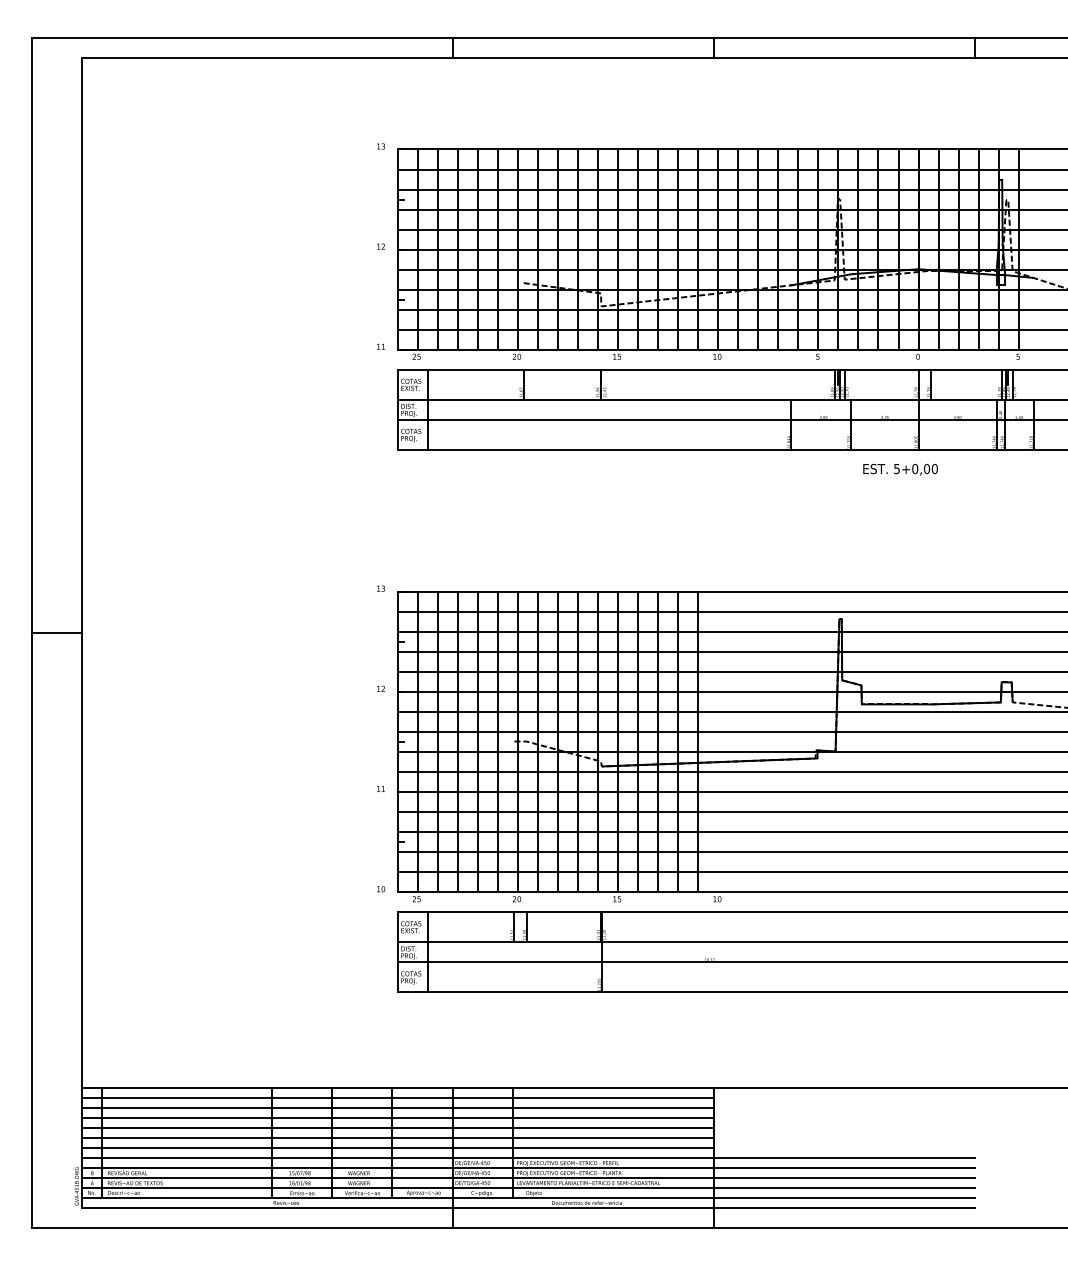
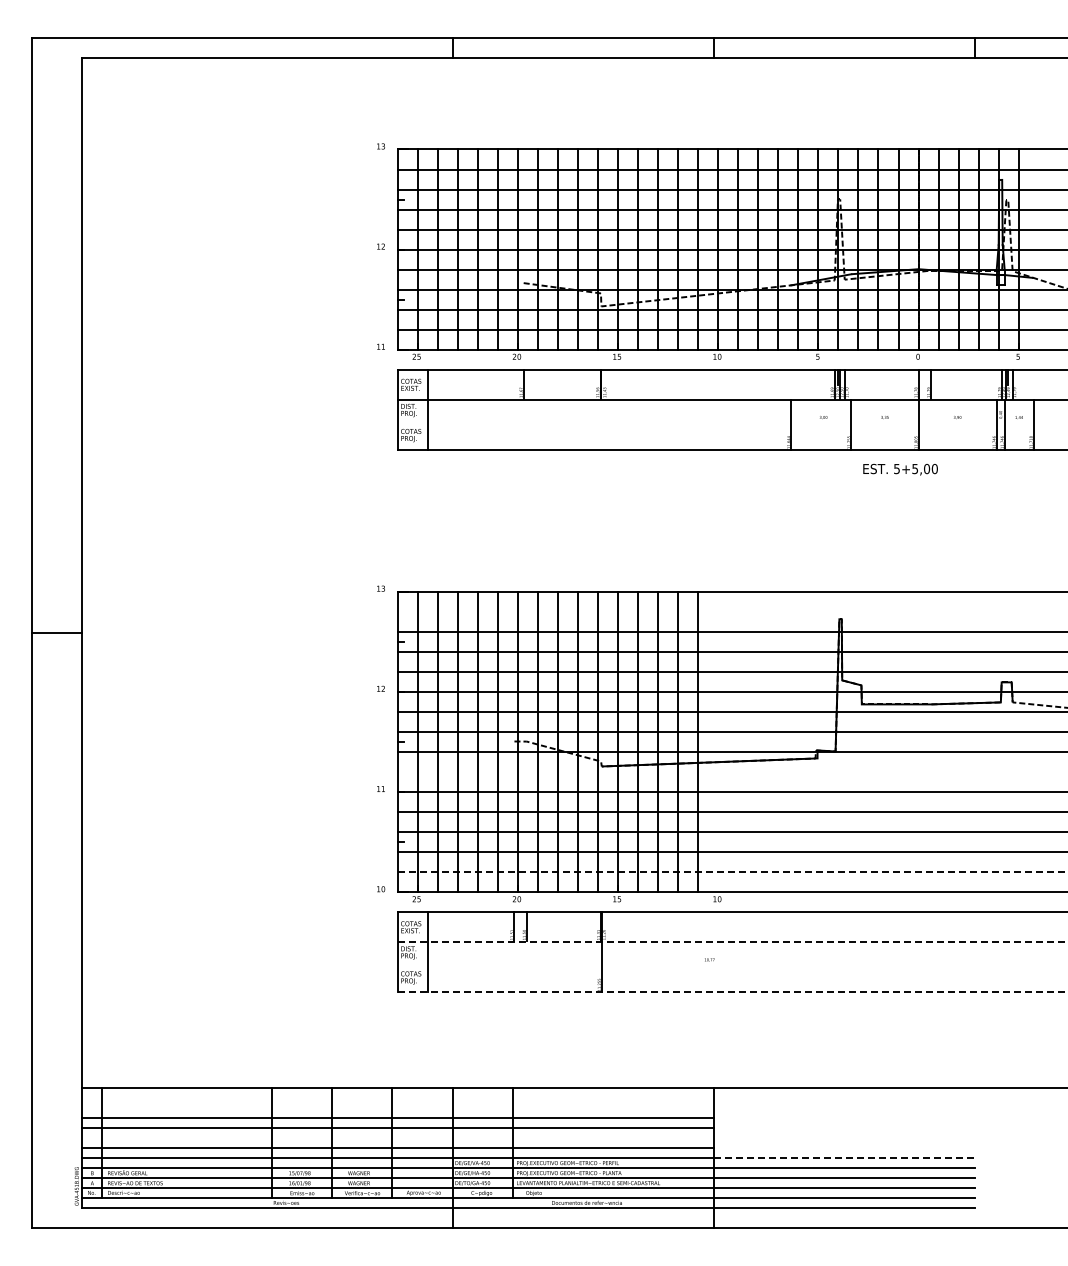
line at (730, 419): present -> none
text at (915, 468): 5+0,00 -> 5+5,00
line at (730, 611): present -> none
line at (730, 772): present -> none
line at (732, 872): solid -> dashed
line at (732, 942): solid -> dashed
line at (730, 962): present -> none
line at (732, 992): solid -> dashed
line at (397, 1097): present -> none
line at (397, 1107): present -> none
line at (397, 1137): present -> none
line at (844, 1157): solid -> dashed
